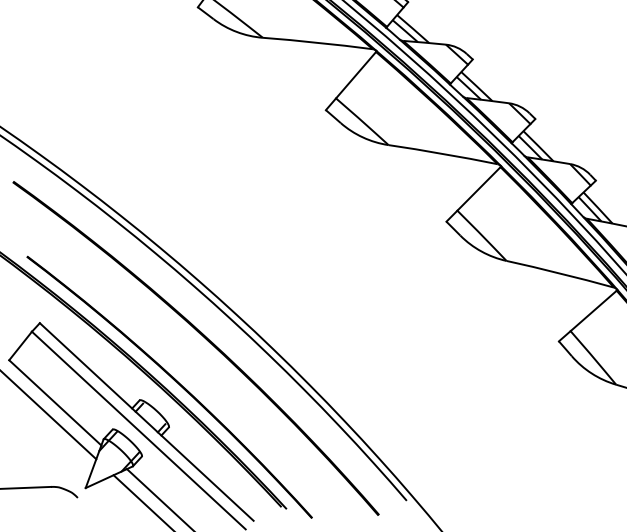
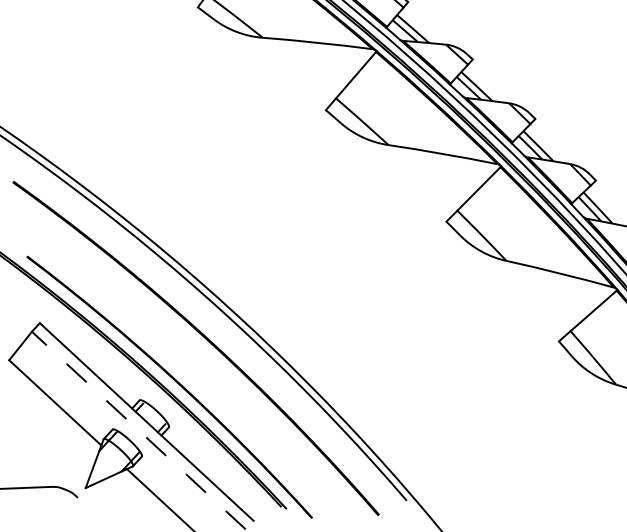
line at (49, 415): present -> none
line at (138, 430): solid -> dashed
line at (142, 501): present -> none
